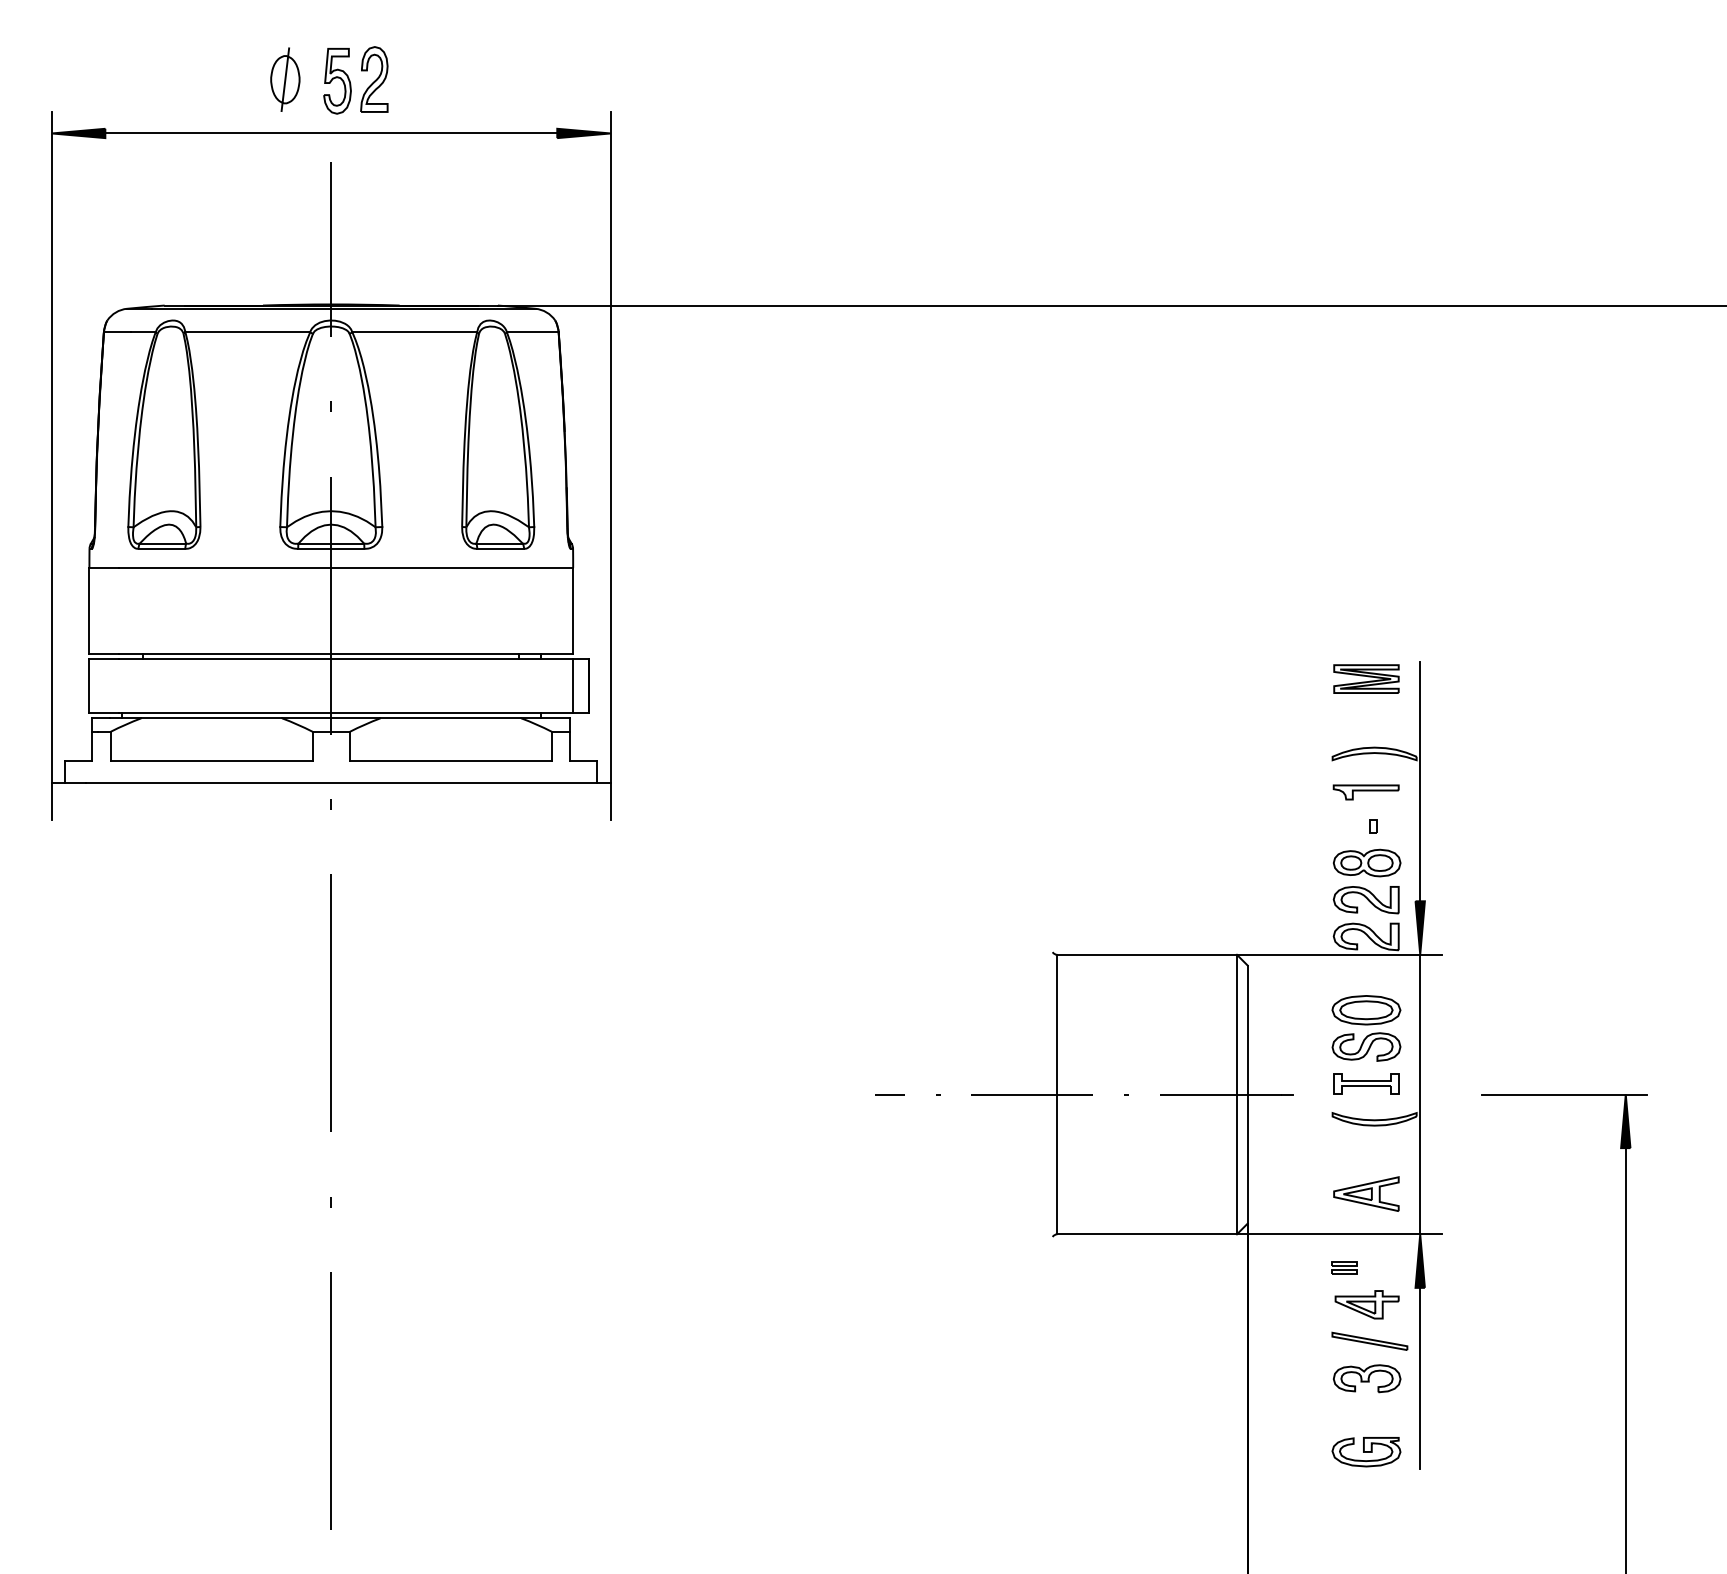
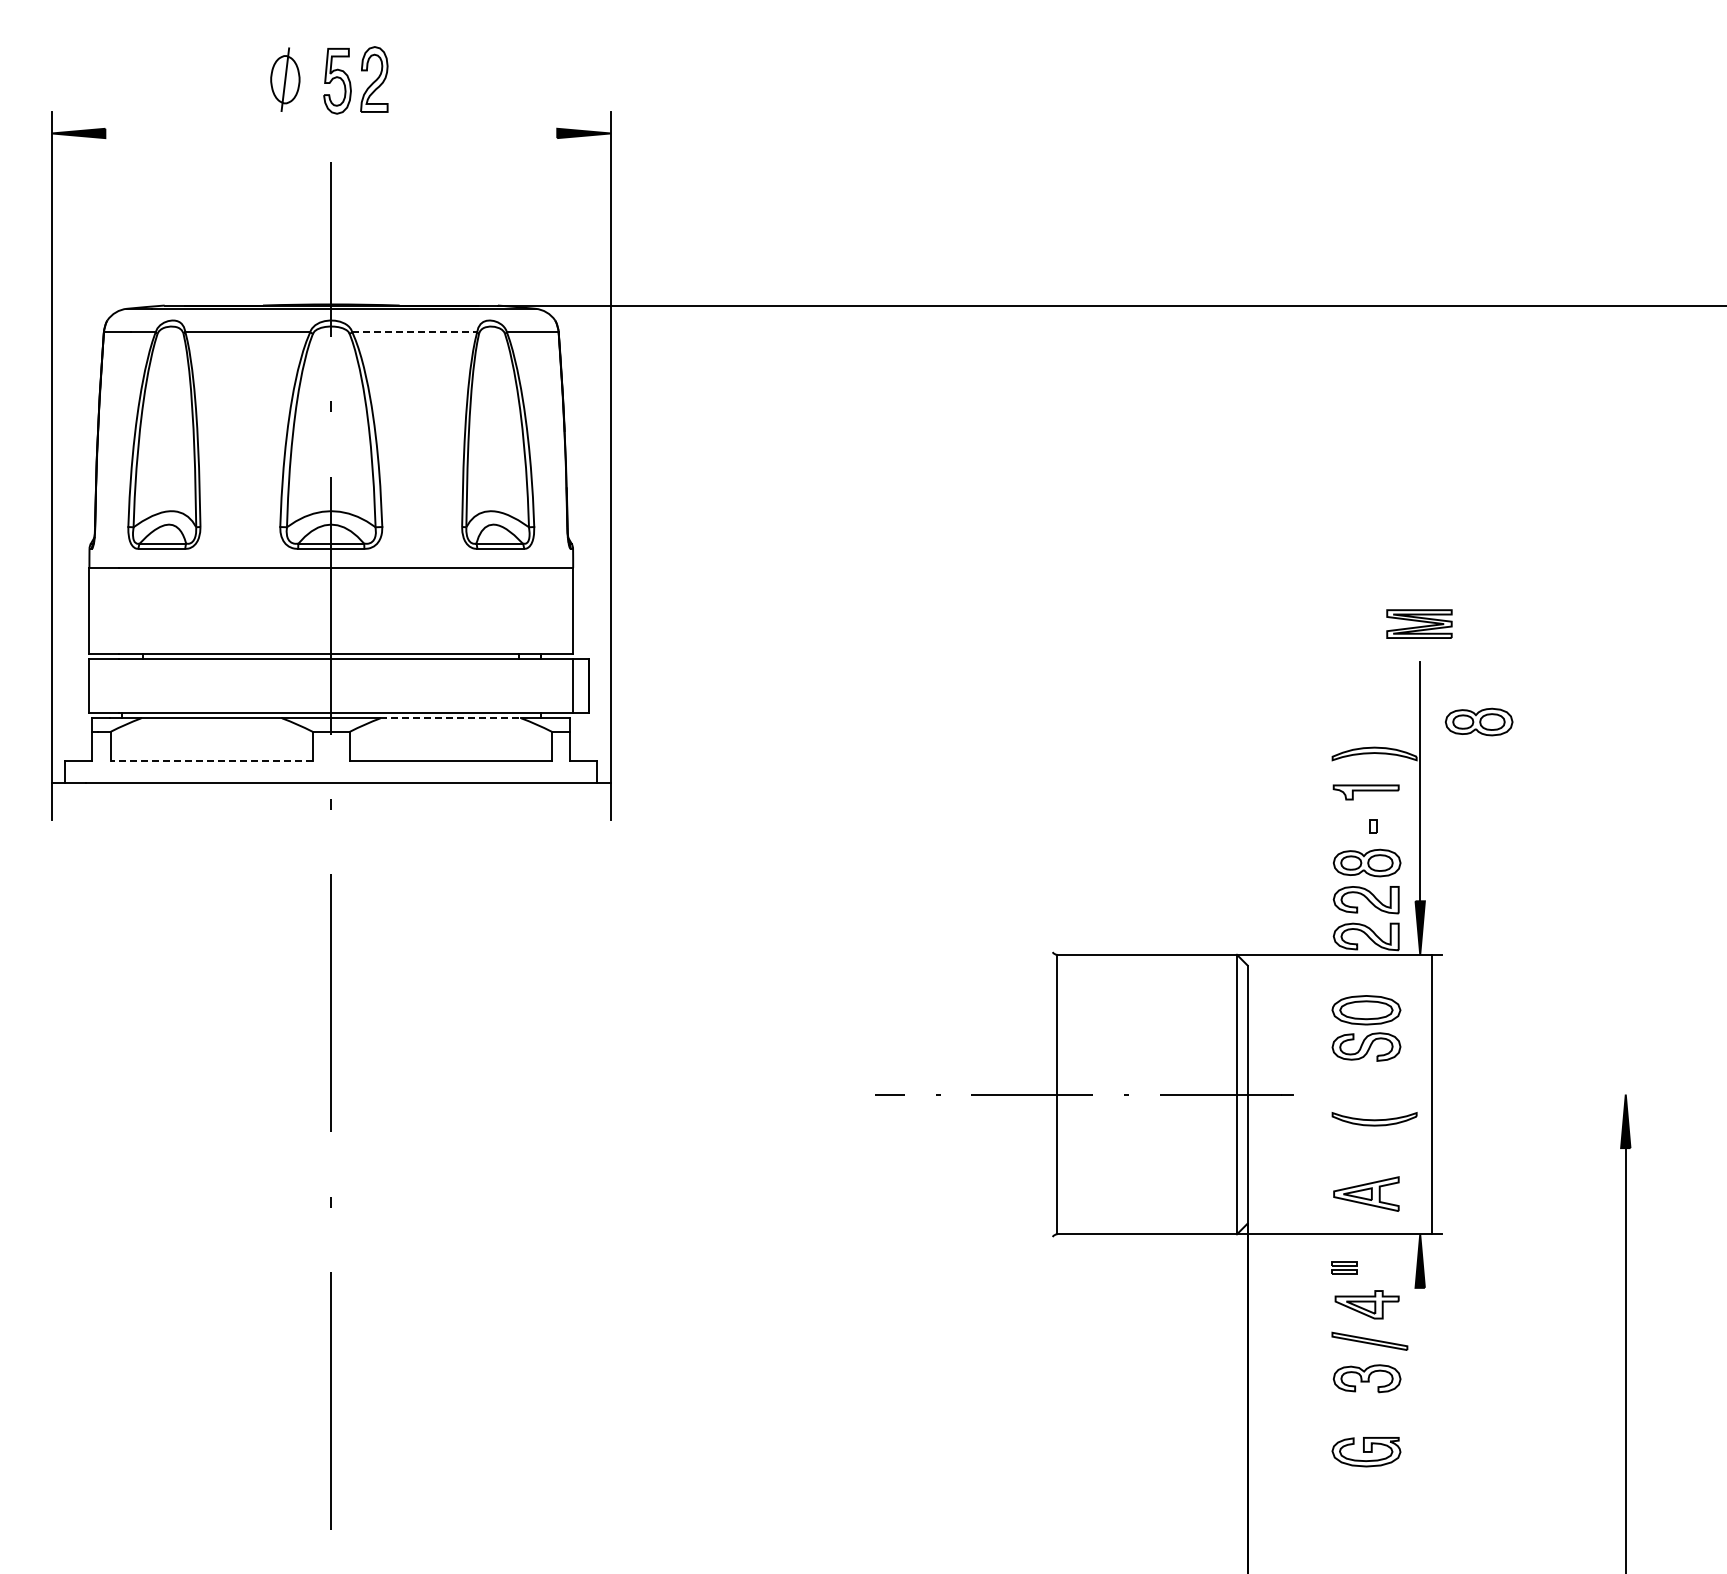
line at (331, 133): present -> none
line at (415, 332): solid -> dashed
part at (1366, 678) position: (1366, 678) -> (1419, 623)
line at (451, 718): solid -> dashed
part at (1478, 721): none -> present
line at (211, 761): solid -> dashed
part at (1366, 1083): present -> none
line at (1420, 1094) position: (1420, 1094) -> (1432, 1094)
line at (1564, 1094): present -> none
line at (1420, 1377): present -> none
